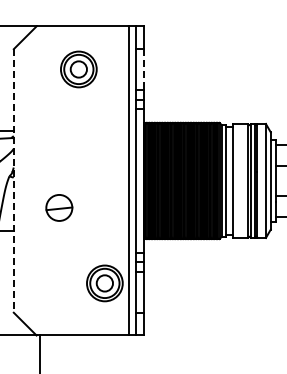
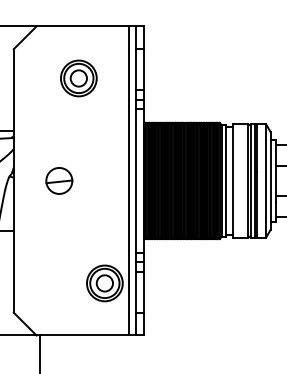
part at (78, 69) position: (78, 69) -> (78, 78)
line at (143, 70): dashed -> solid
line at (13, 180): dashed -> solid
part at (59, 207) position: (59, 207) -> (59, 180)
